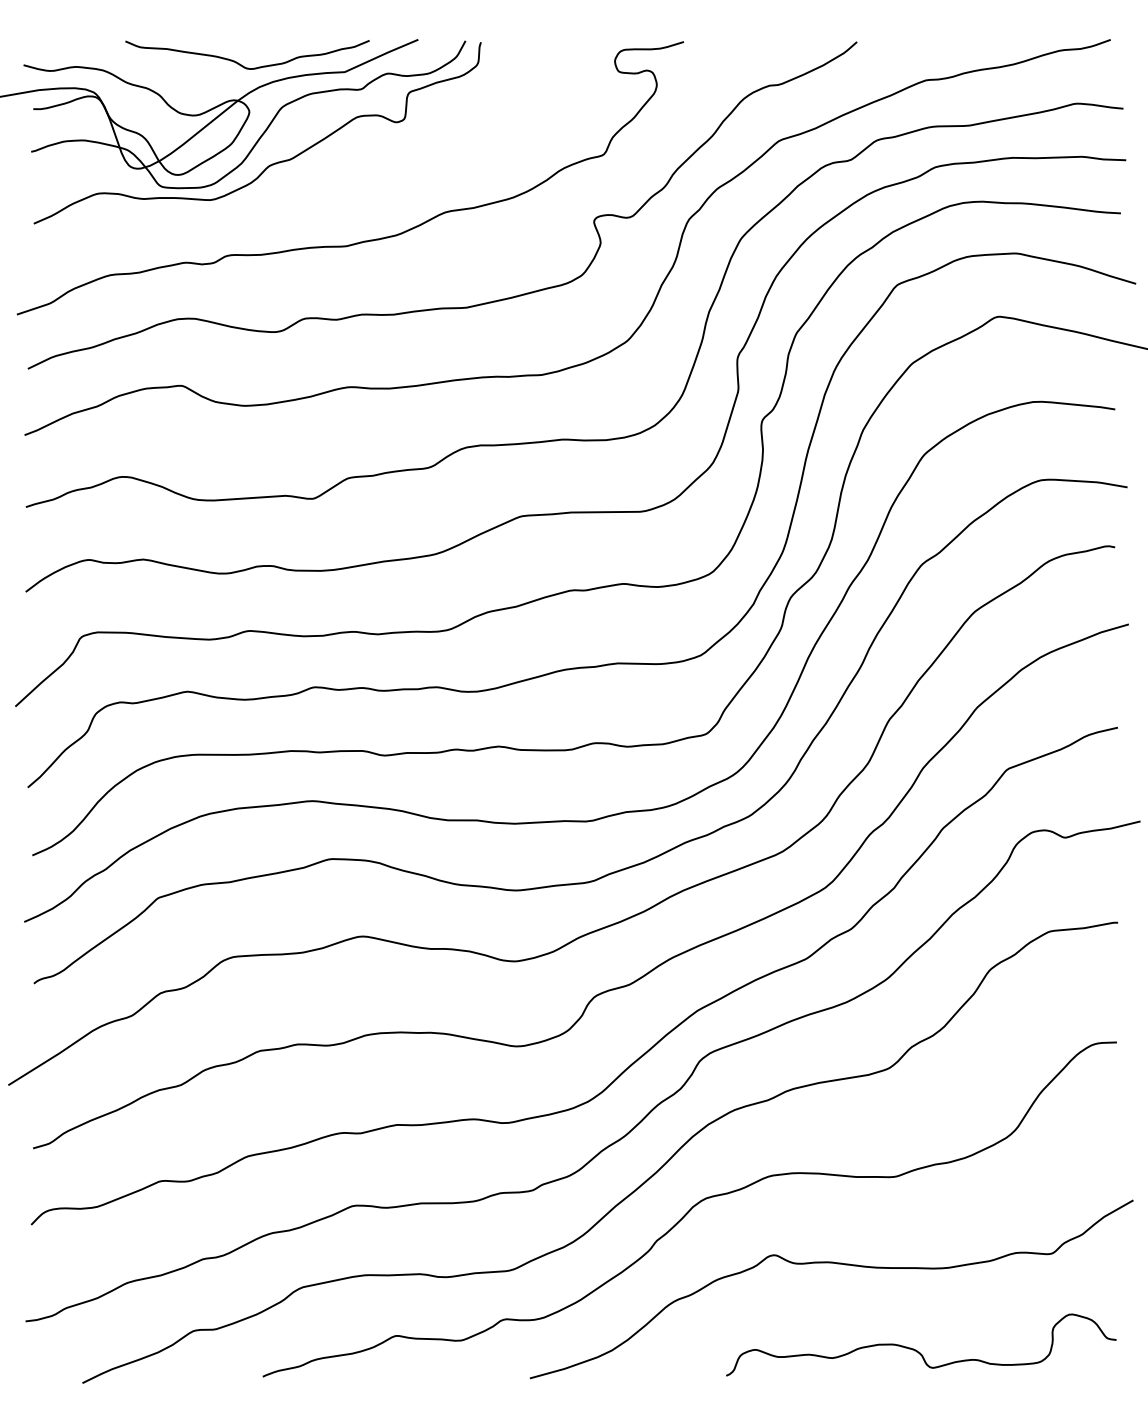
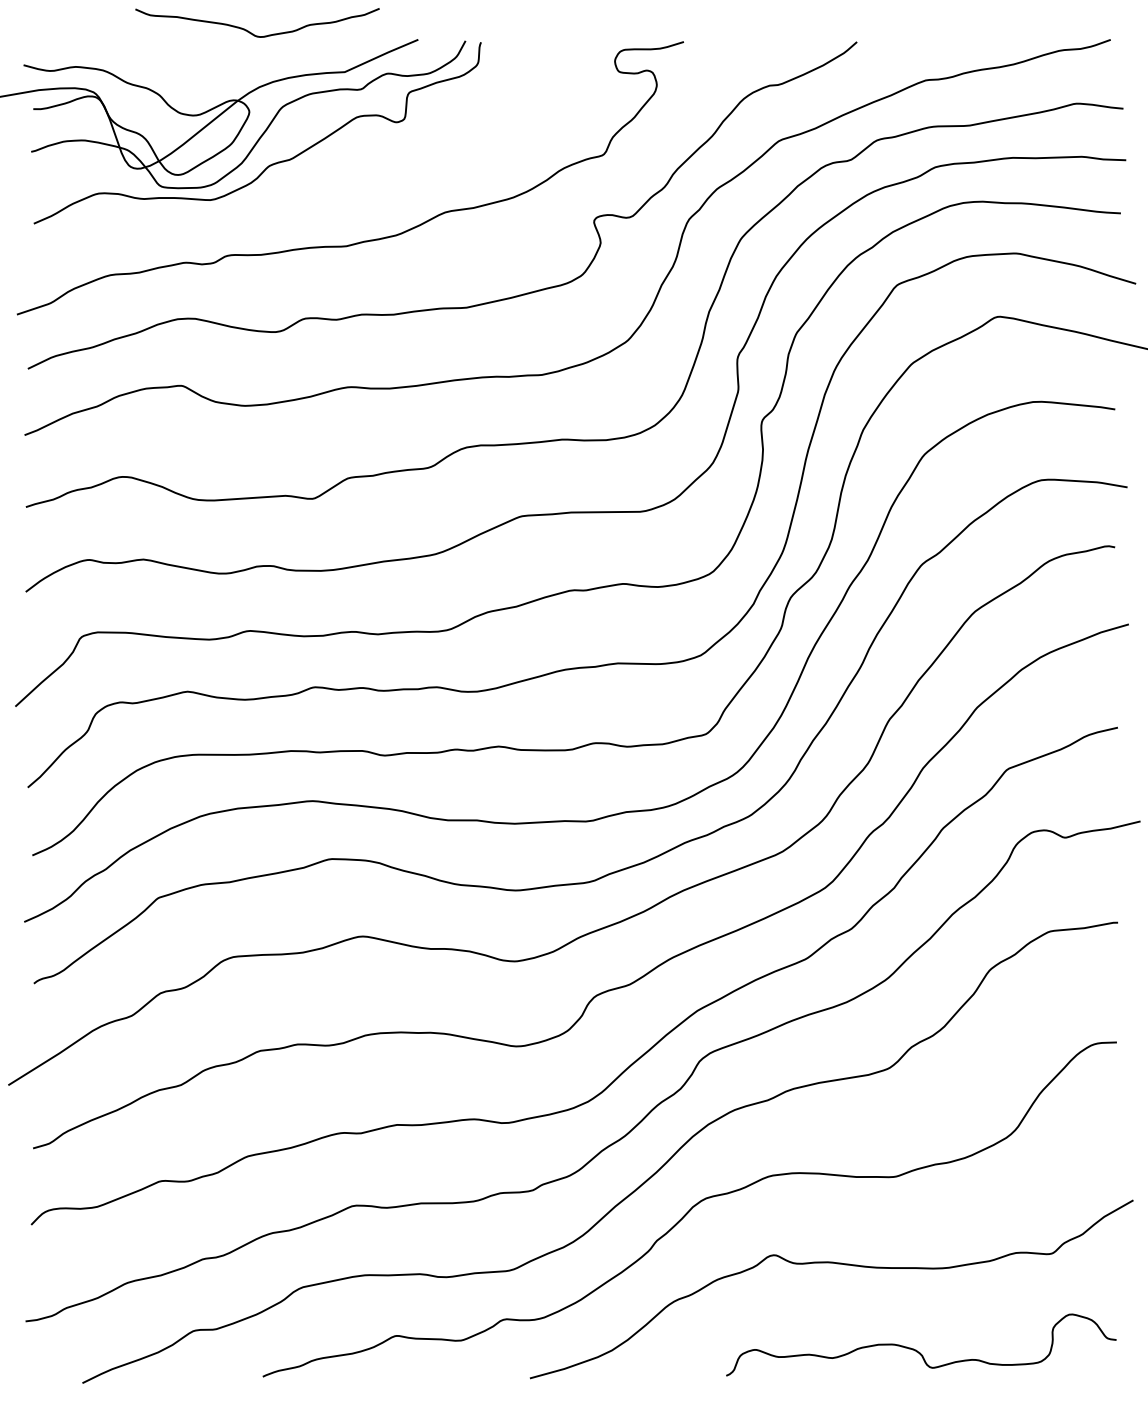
curve at (240, 63) position: (240, 63) -> (250, 31)
